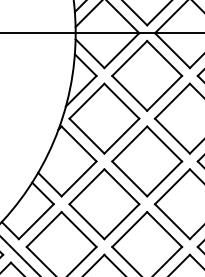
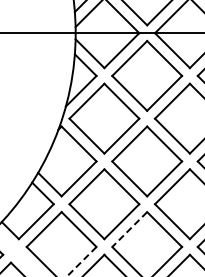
line at (129, 229): solid -> dashed
line at (20, 255): present -> none
line at (81, 262): solid -> dashed
